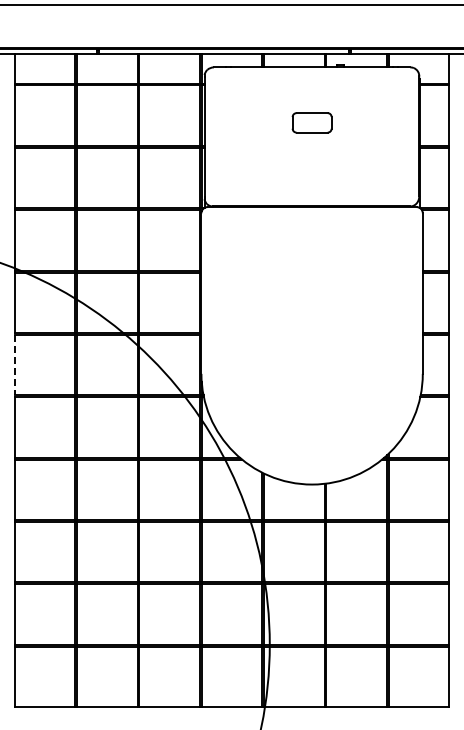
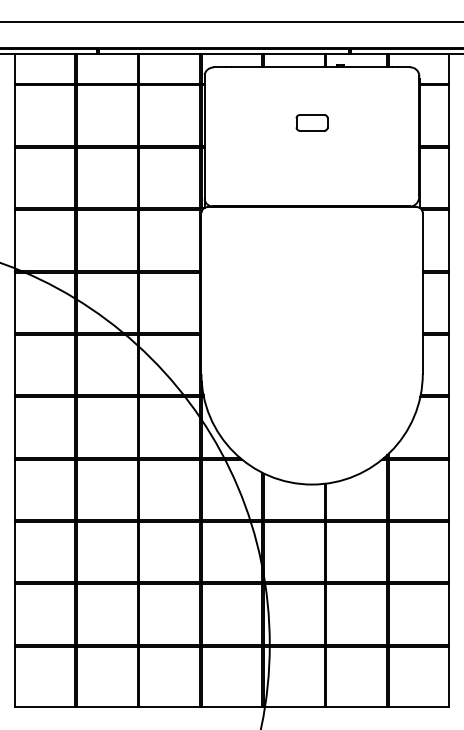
line at (231, 4) position: (231, 4) -> (231, 21)
part at (311, 122) size: 42x22 px -> 34x18 px
line at (14, 365): dashed -> solid
